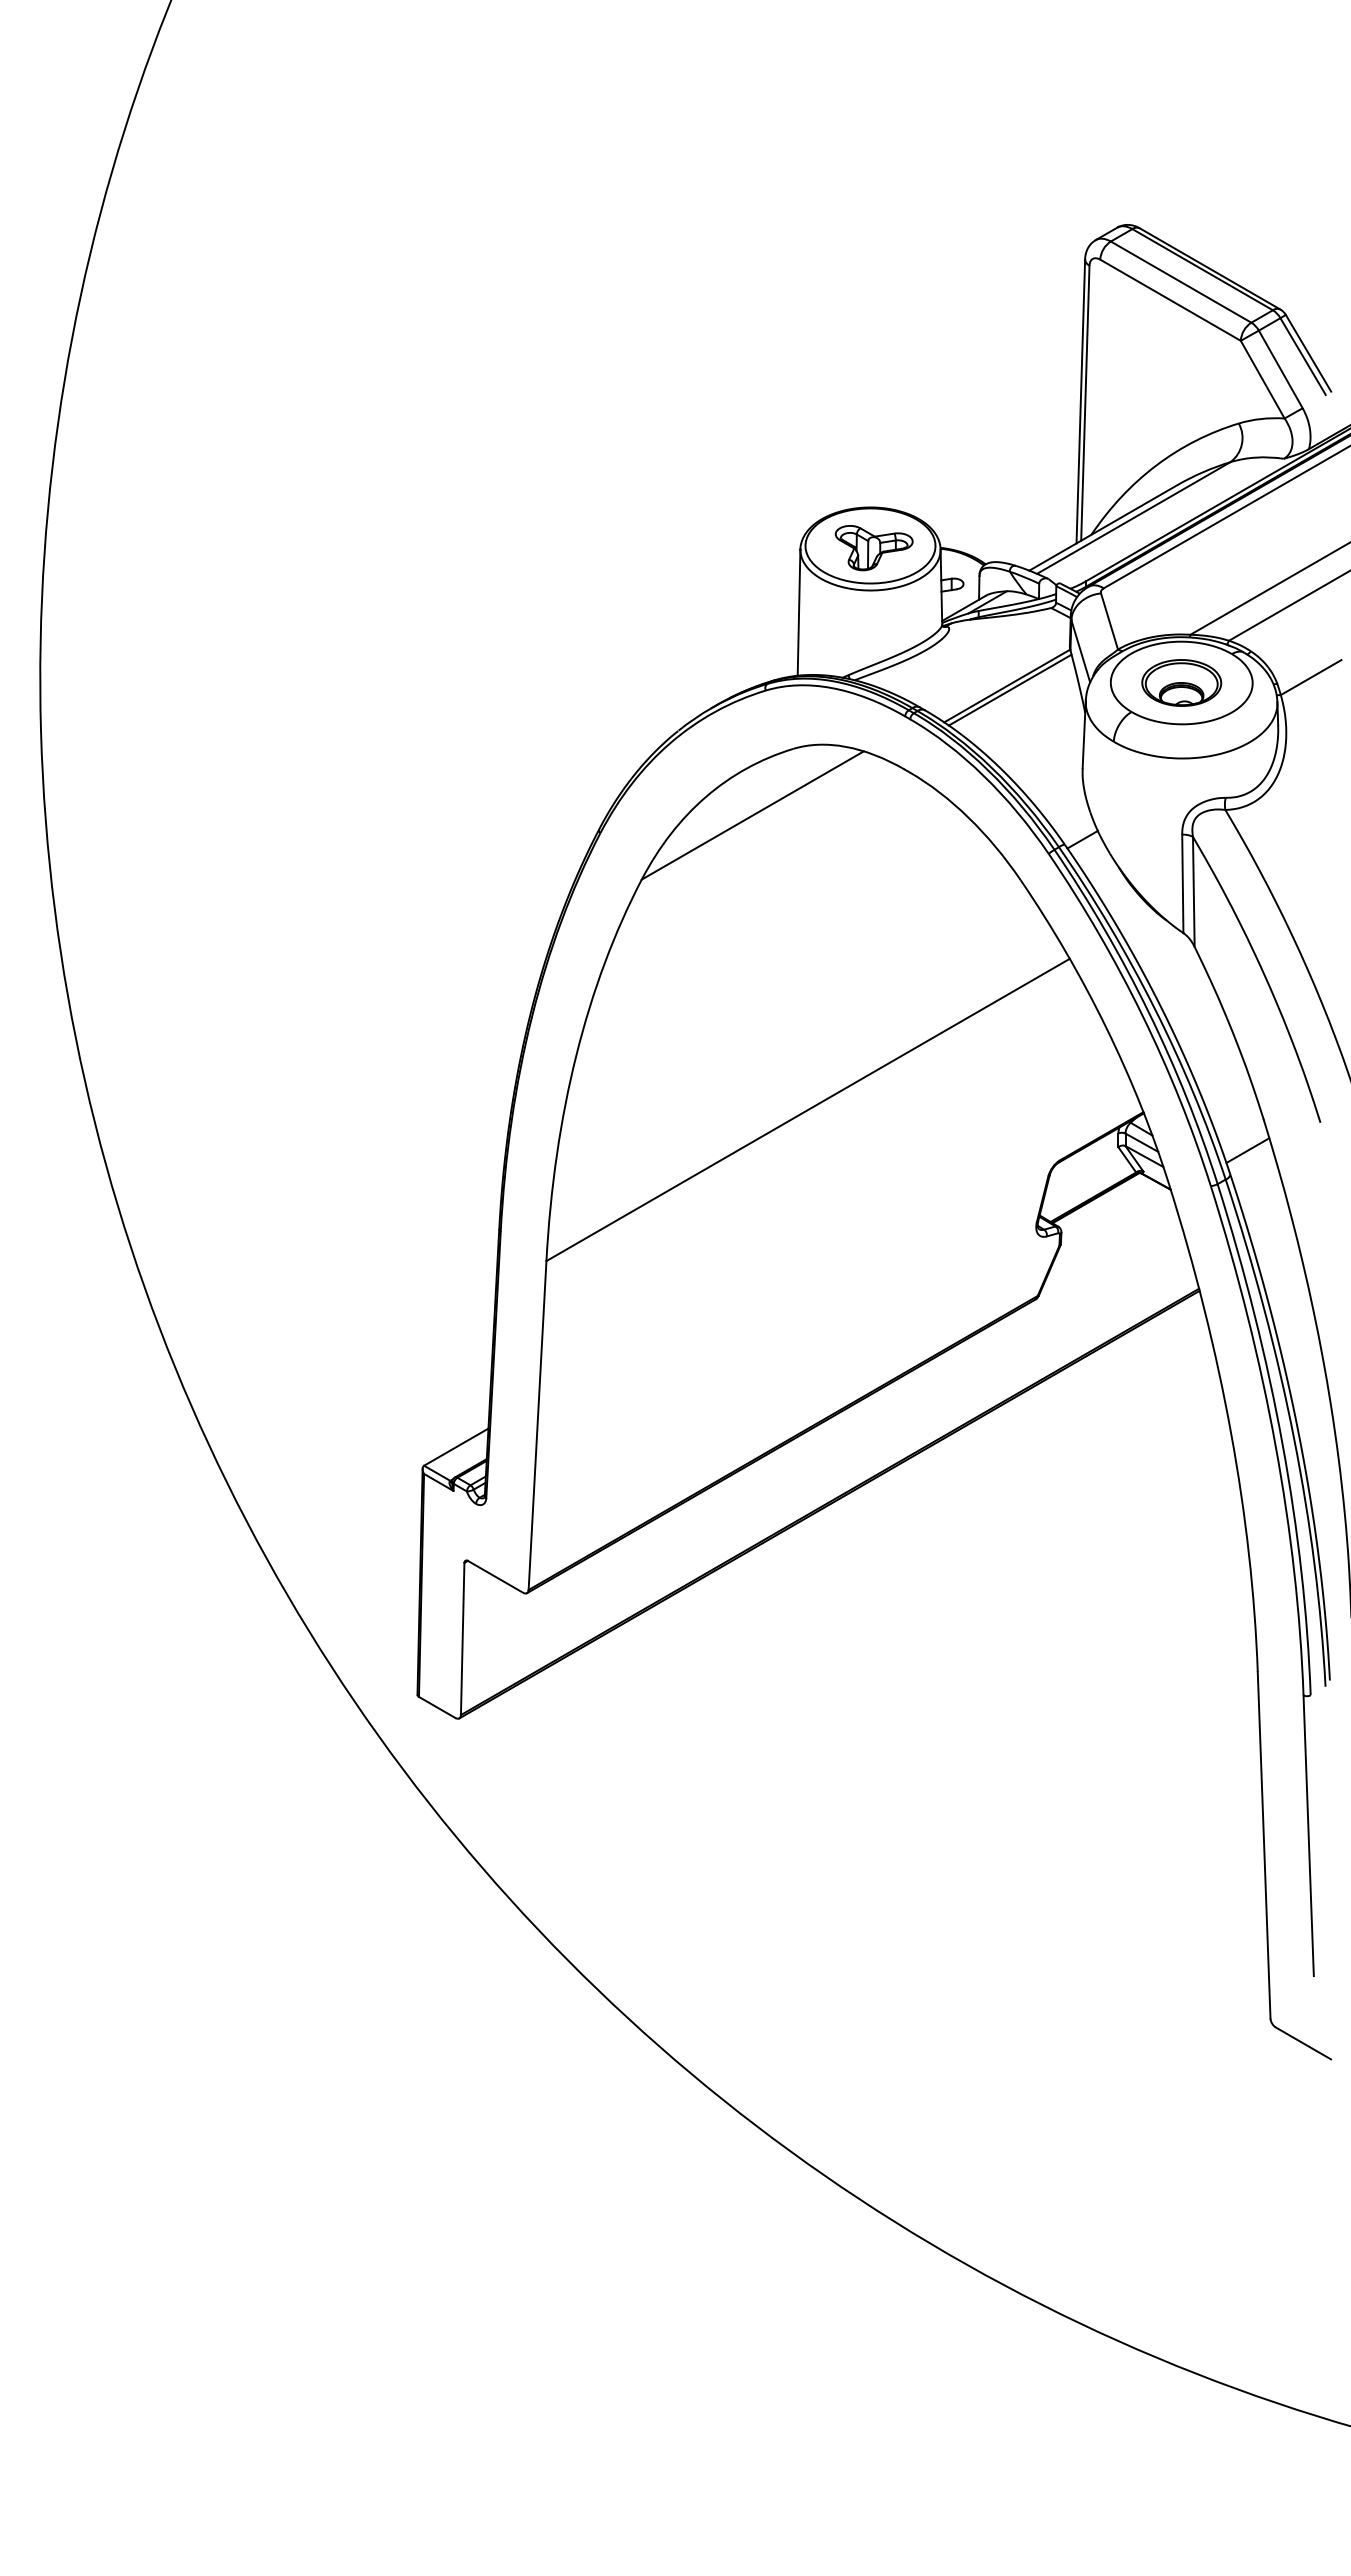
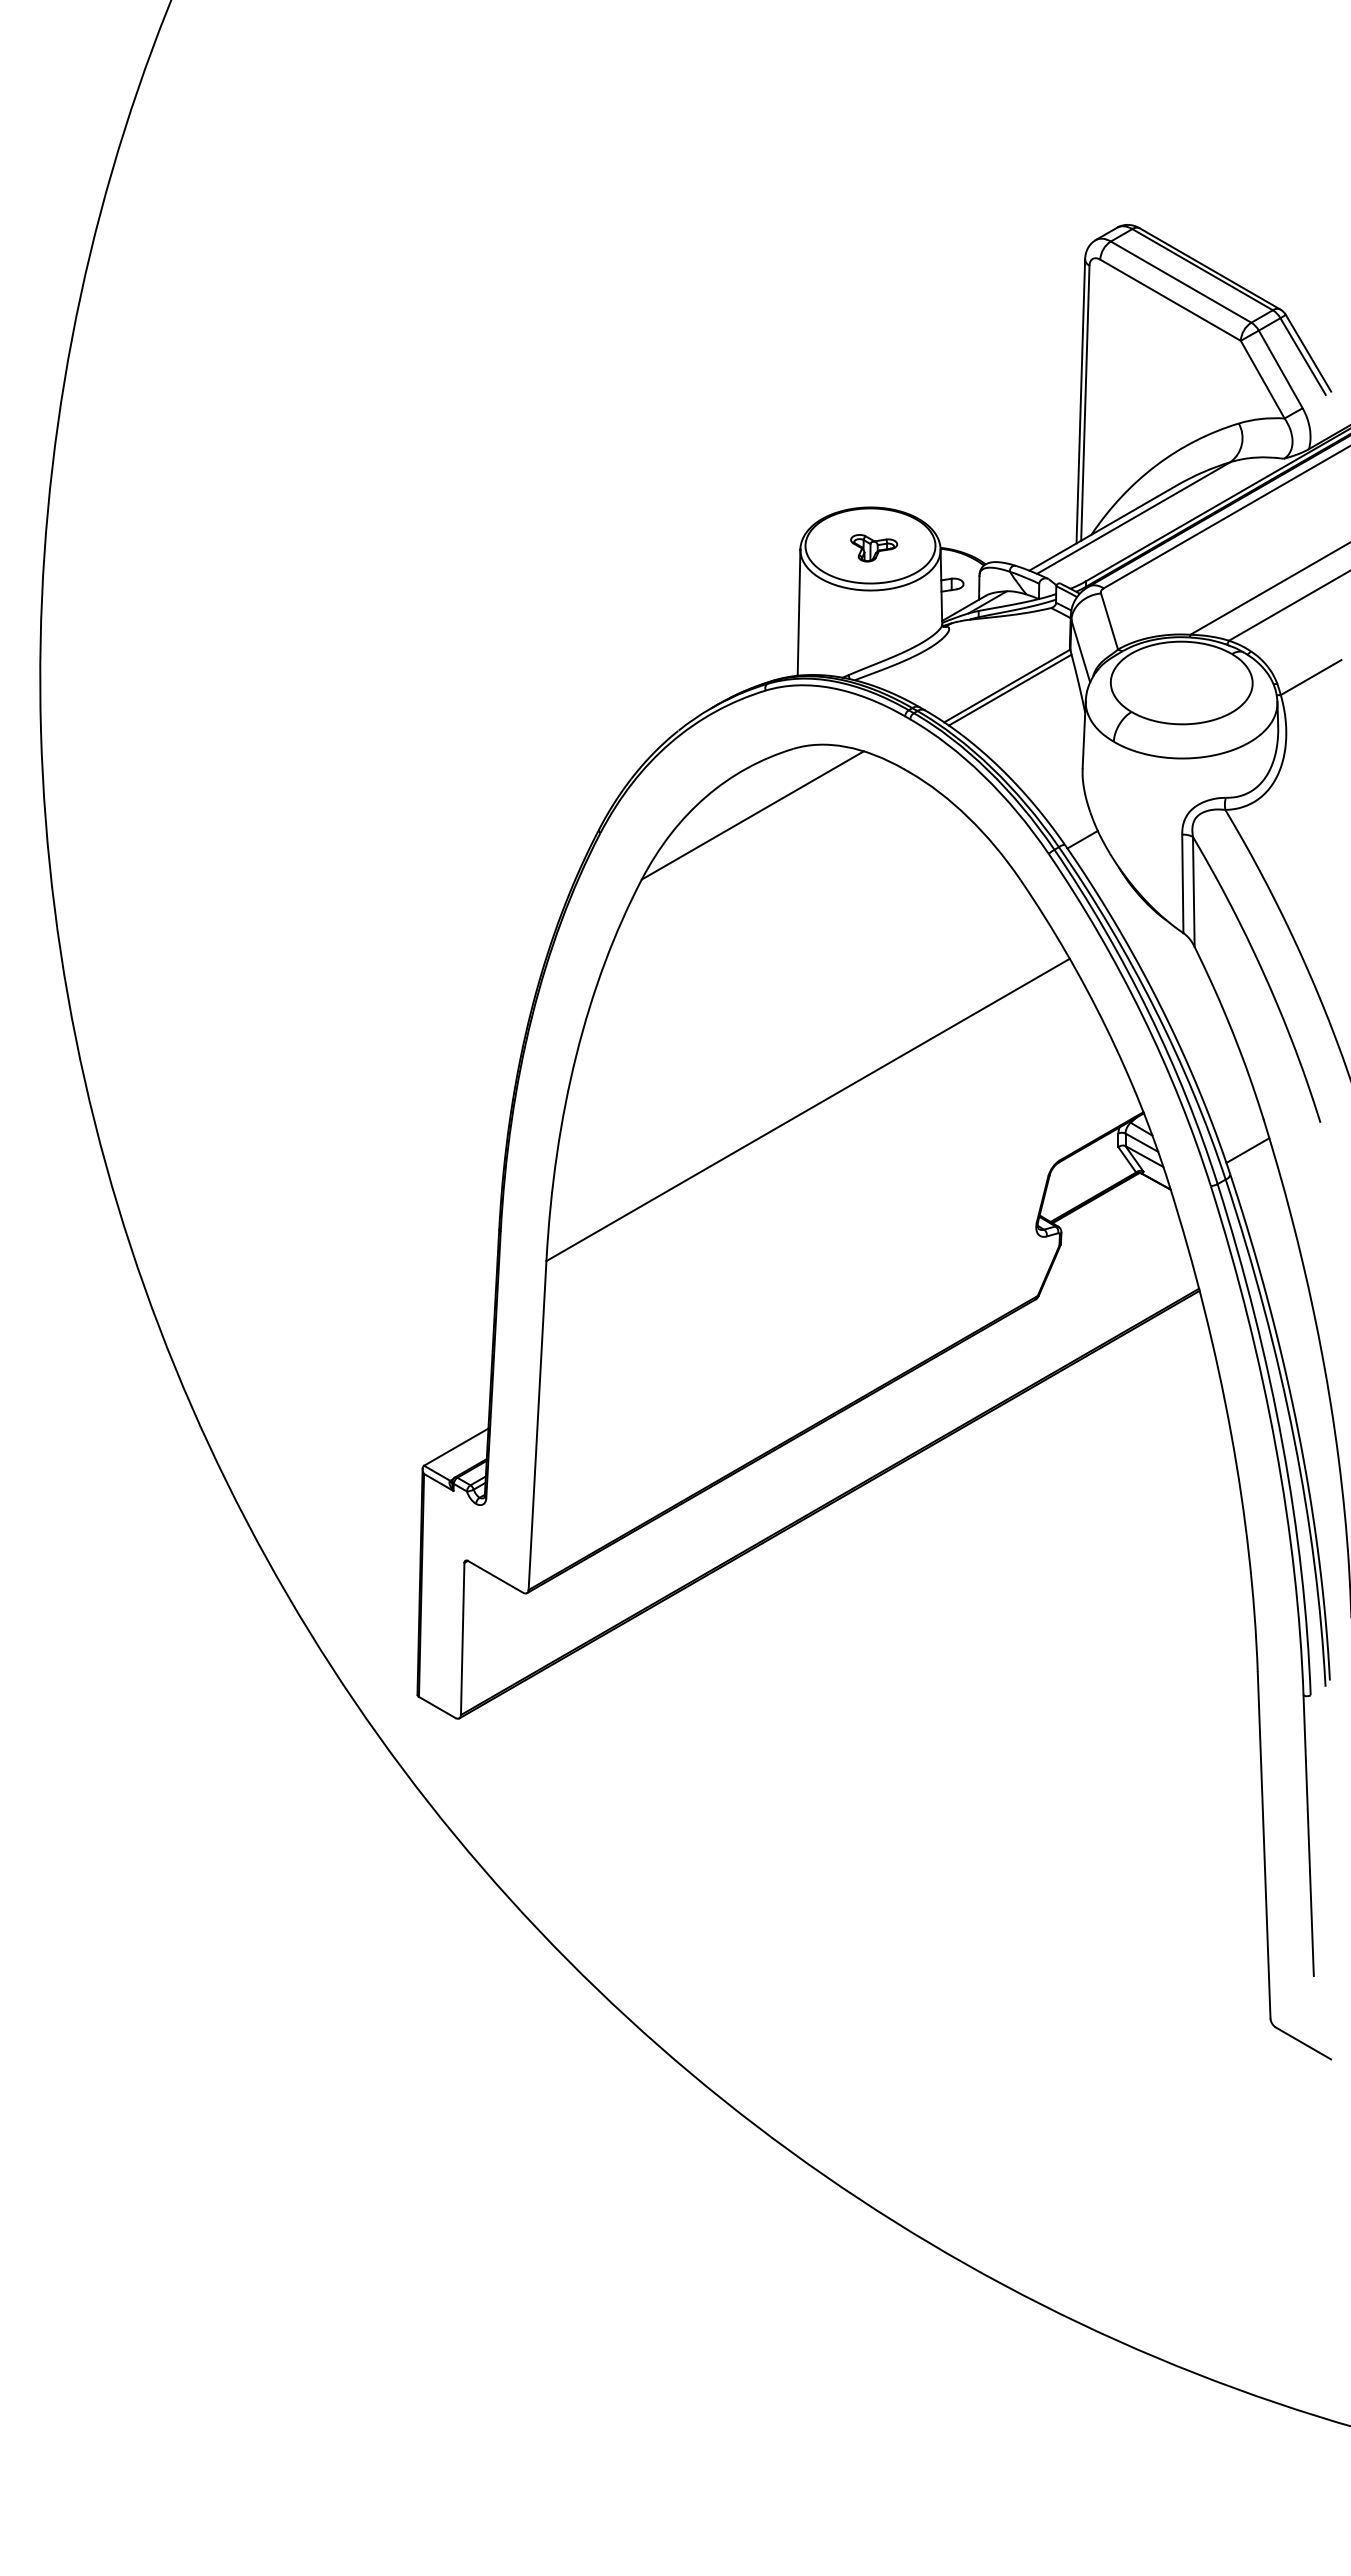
part at (873, 548) size: 80x47 px -> 49x29 px
part at (1181, 682): present -> none
